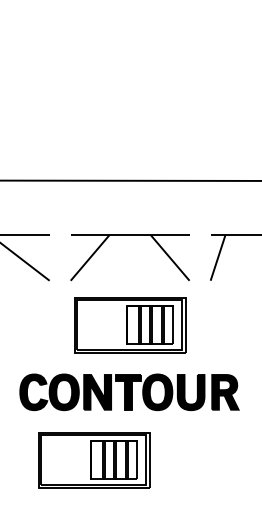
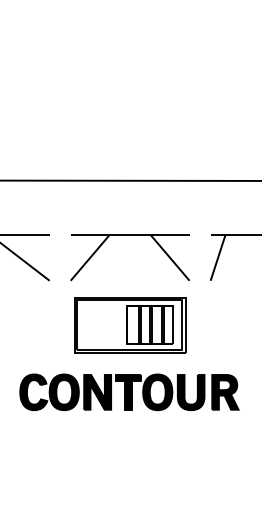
part at (94, 460): present -> none
